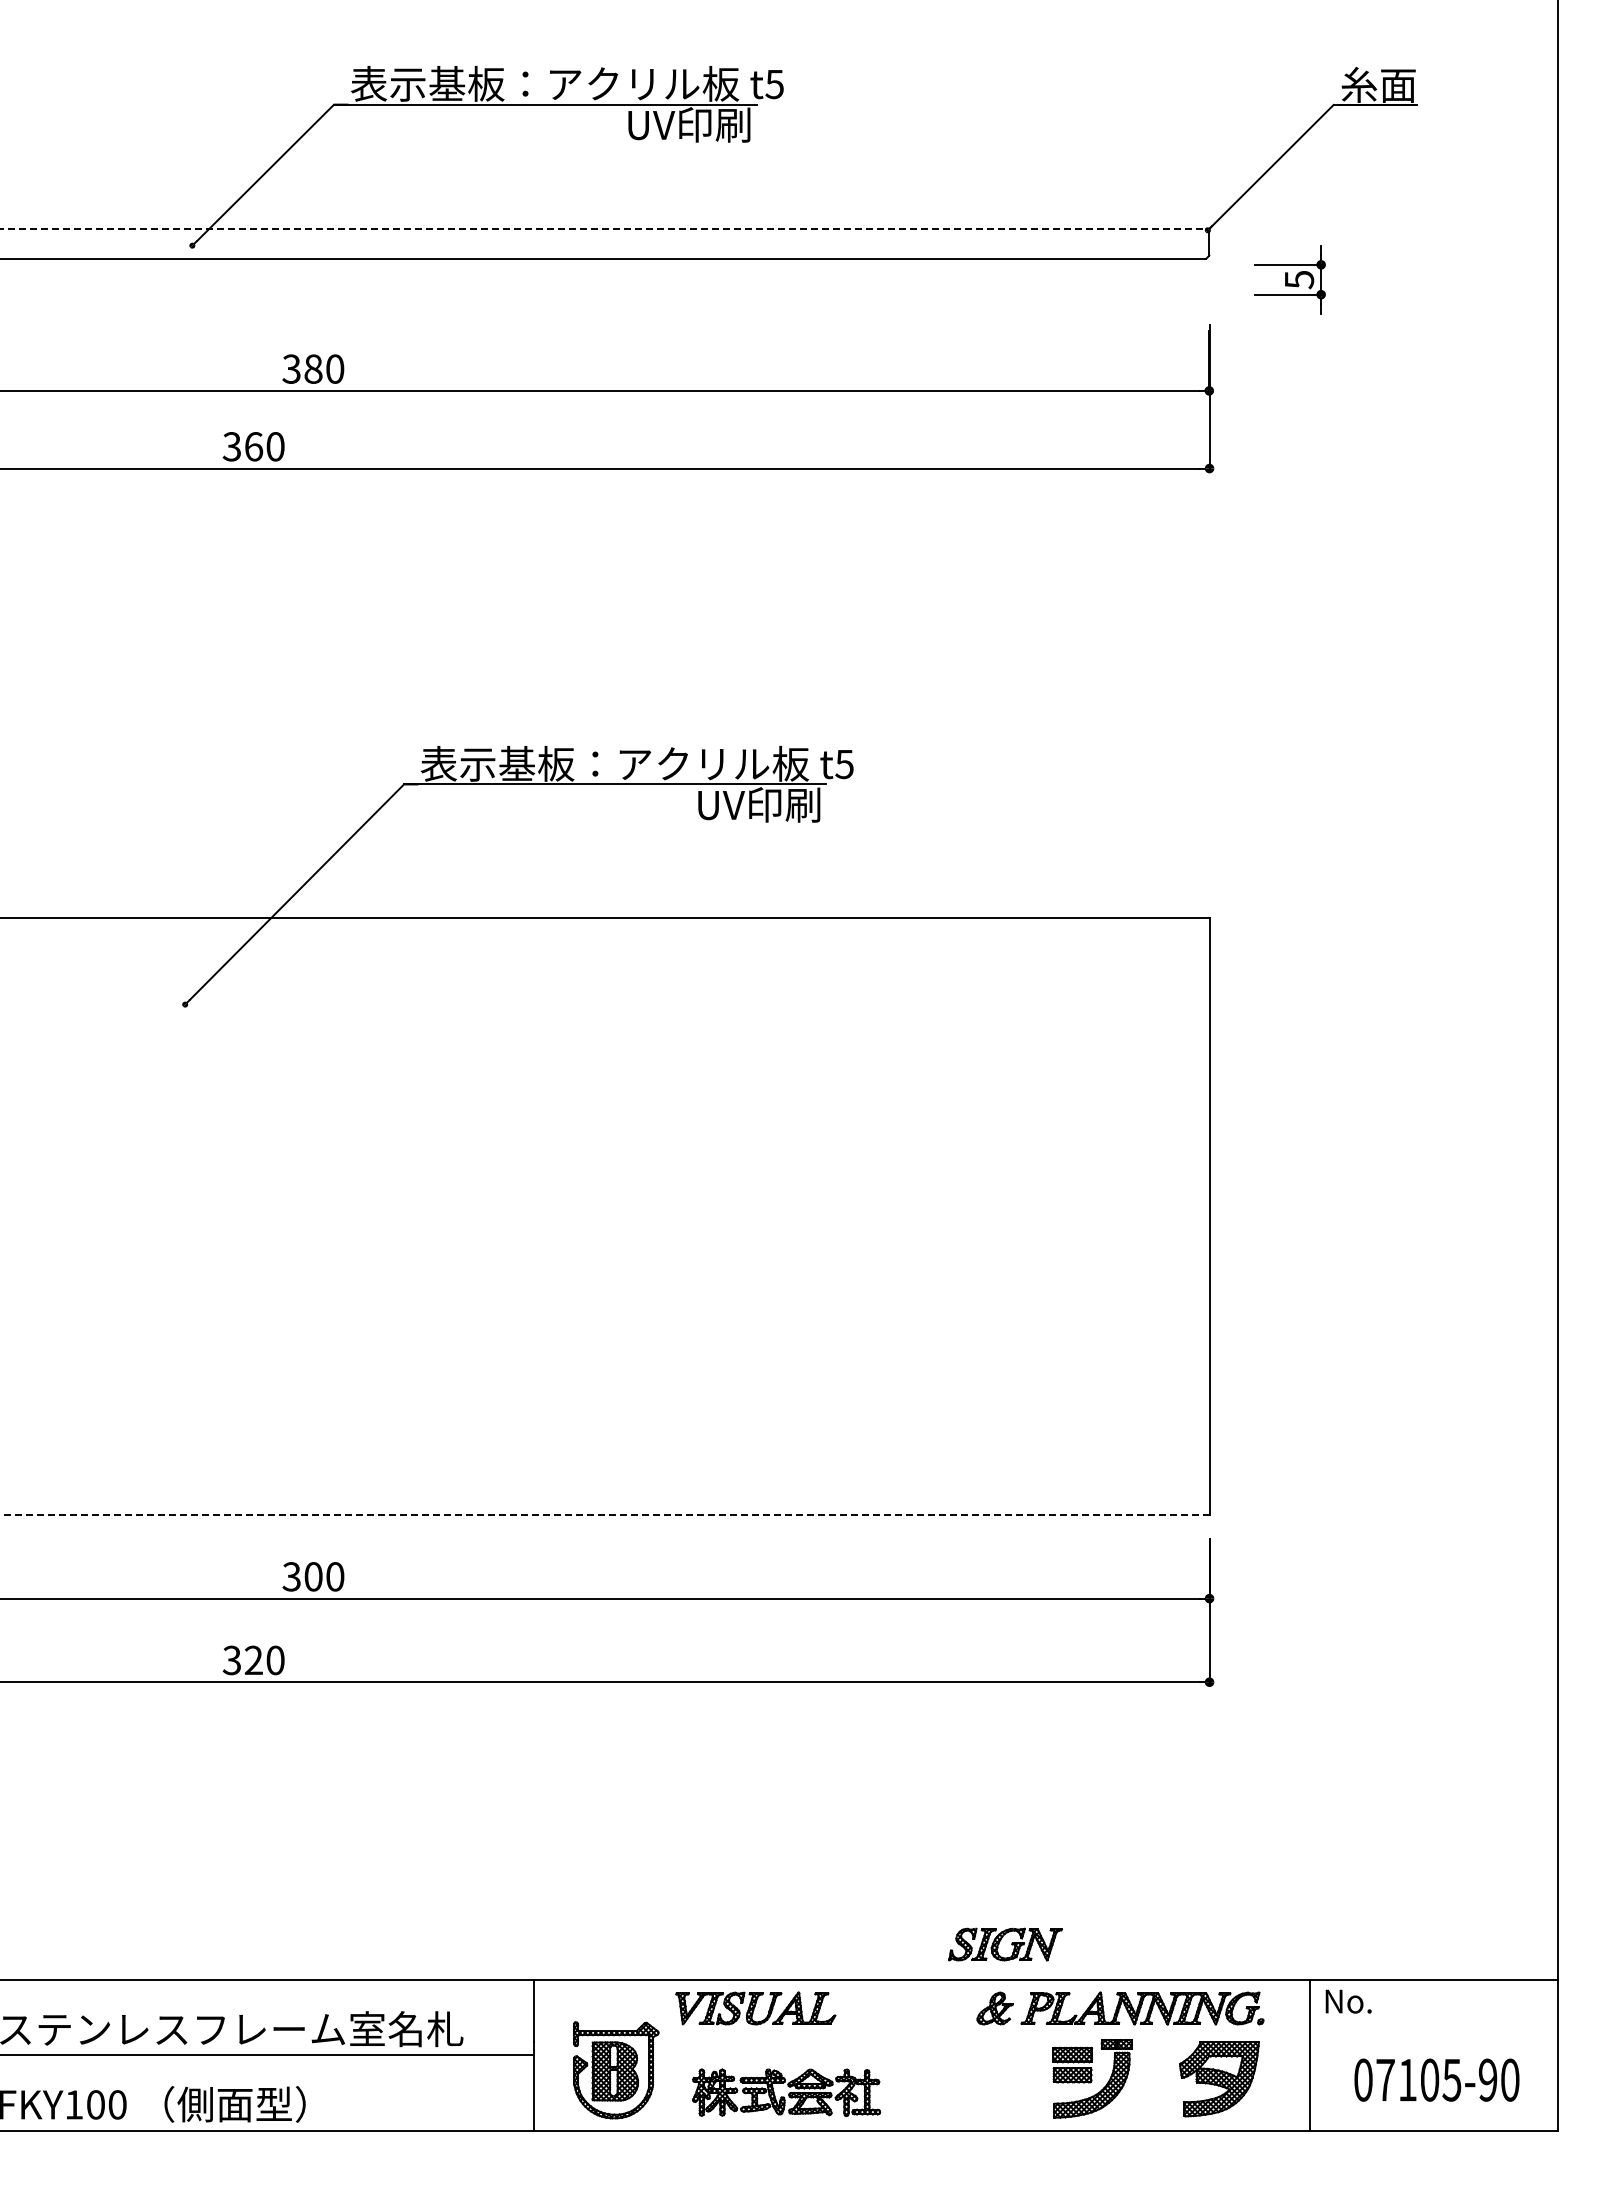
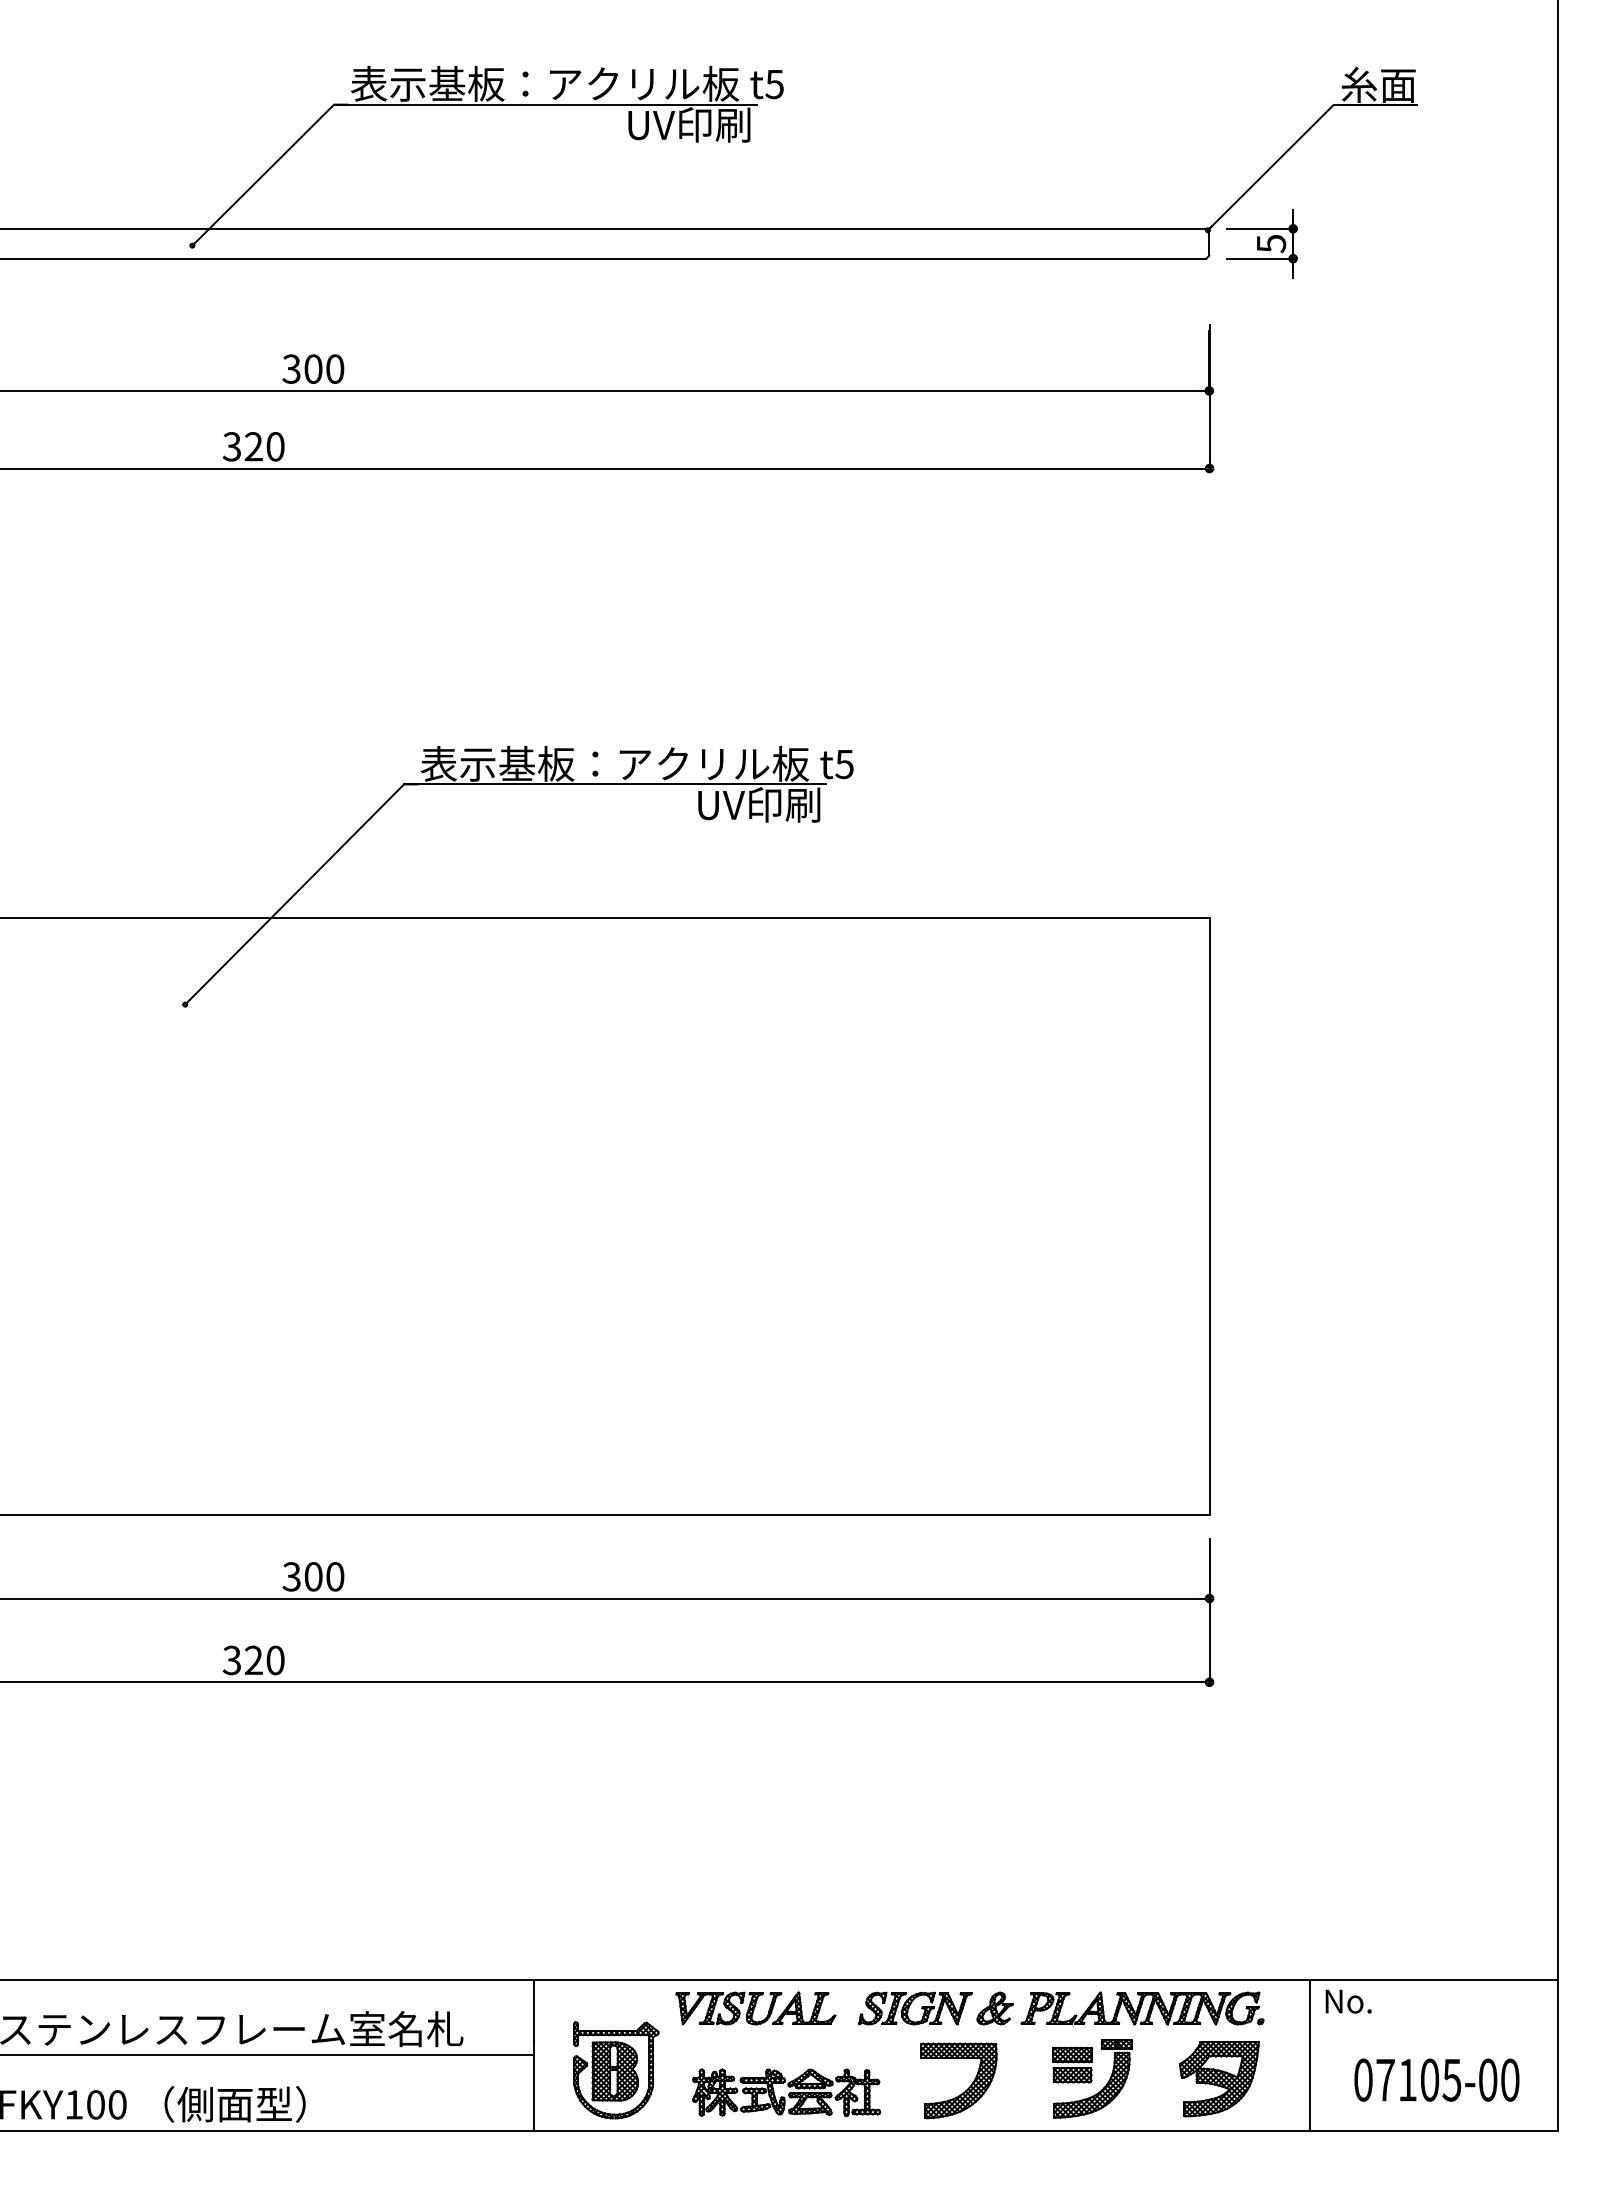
line at (603, 228): dashed -> solid
part at (1289, 279) position: (1289, 279) -> (1261, 243)
text at (313, 369): 380 -> 300
text at (253, 446): 360 -> 320
line at (604, 1515): dashed -> solid
part at (1005, 1944) position: (1005, 1944) -> (915, 2008)
text at (1488, 2079): 07105-90 -> 07105-00
part at (967, 2088): none -> present
